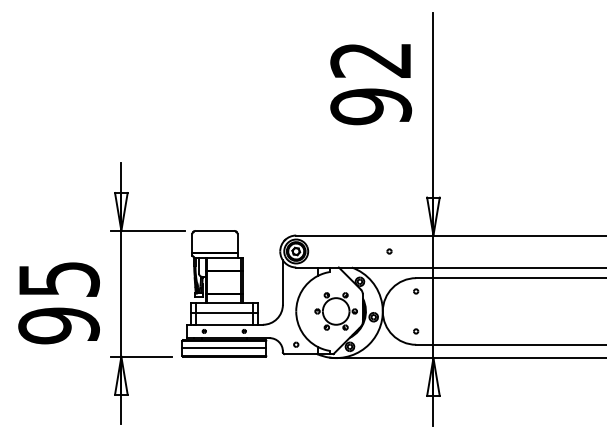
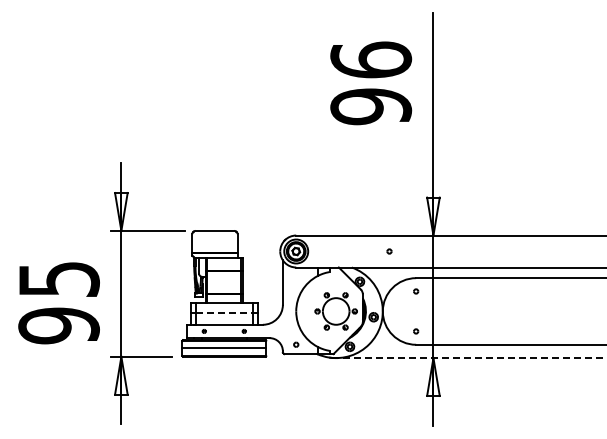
text at (371, 59): 92 -> 96
line at (224, 312): solid -> dashed
line at (470, 358): solid -> dashed
